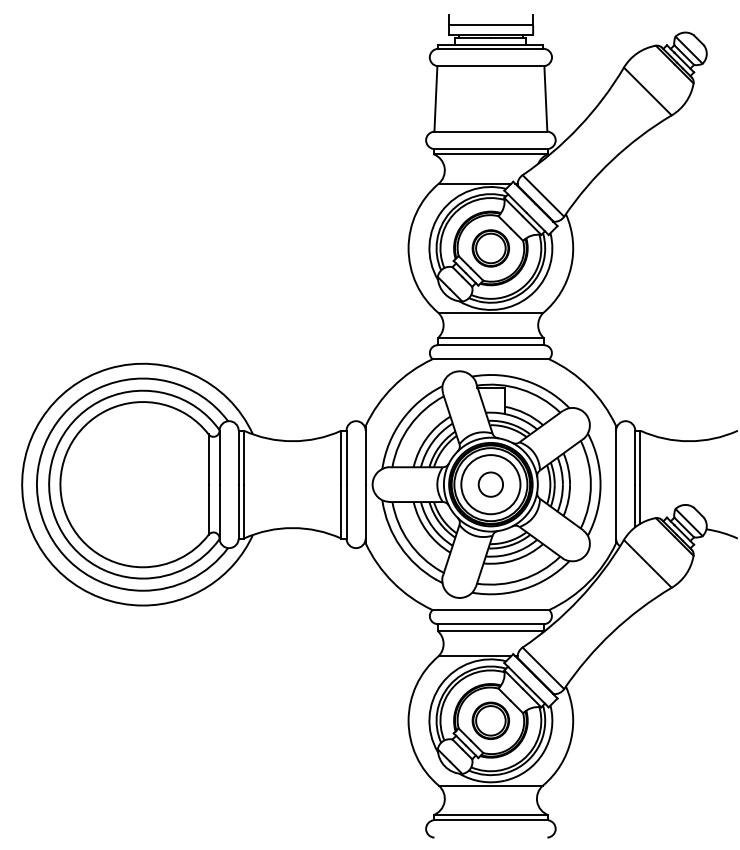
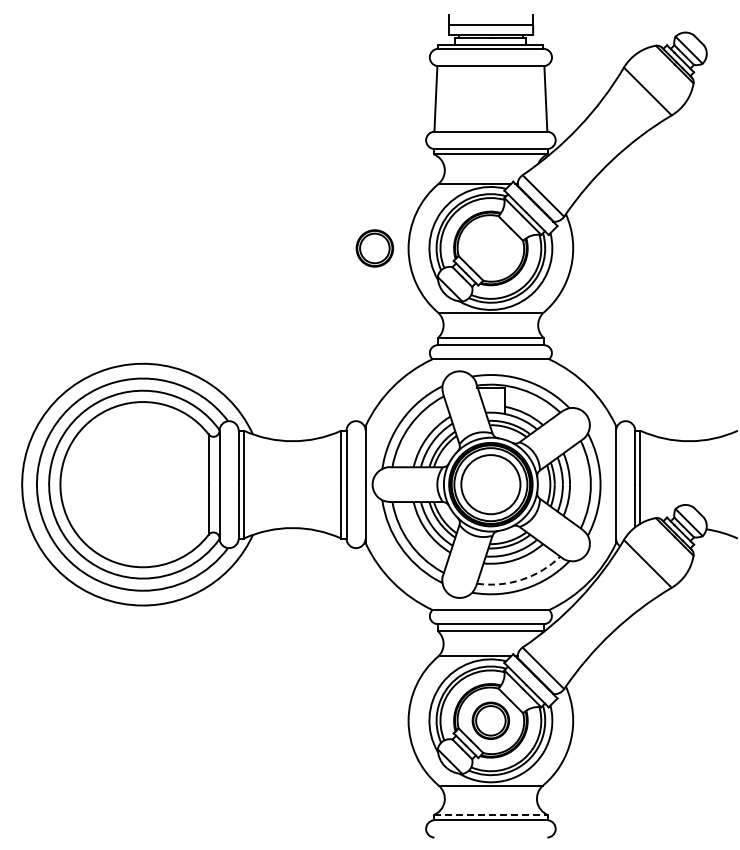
part at (490, 248) position: (490, 248) -> (374, 248)
circle at (490, 484): present -> none
arc at (521, 579): solid -> dashed
line at (491, 815): solid -> dashed
